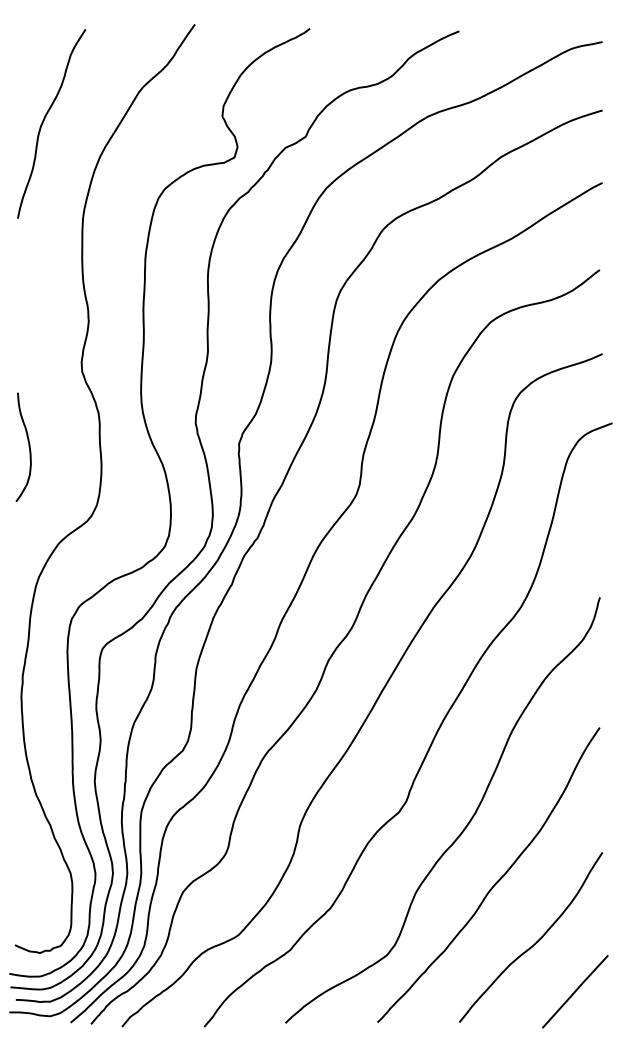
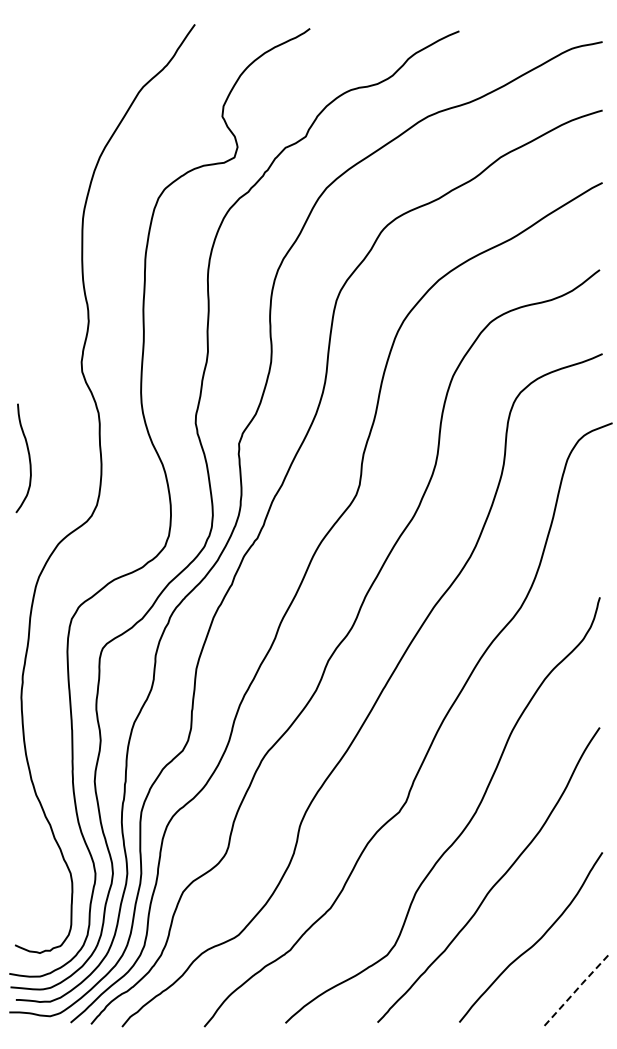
curve at (44, 121): present -> none
curve at (28, 447) position: (28, 447) -> (28, 458)
line at (575, 991): solid -> dashed
